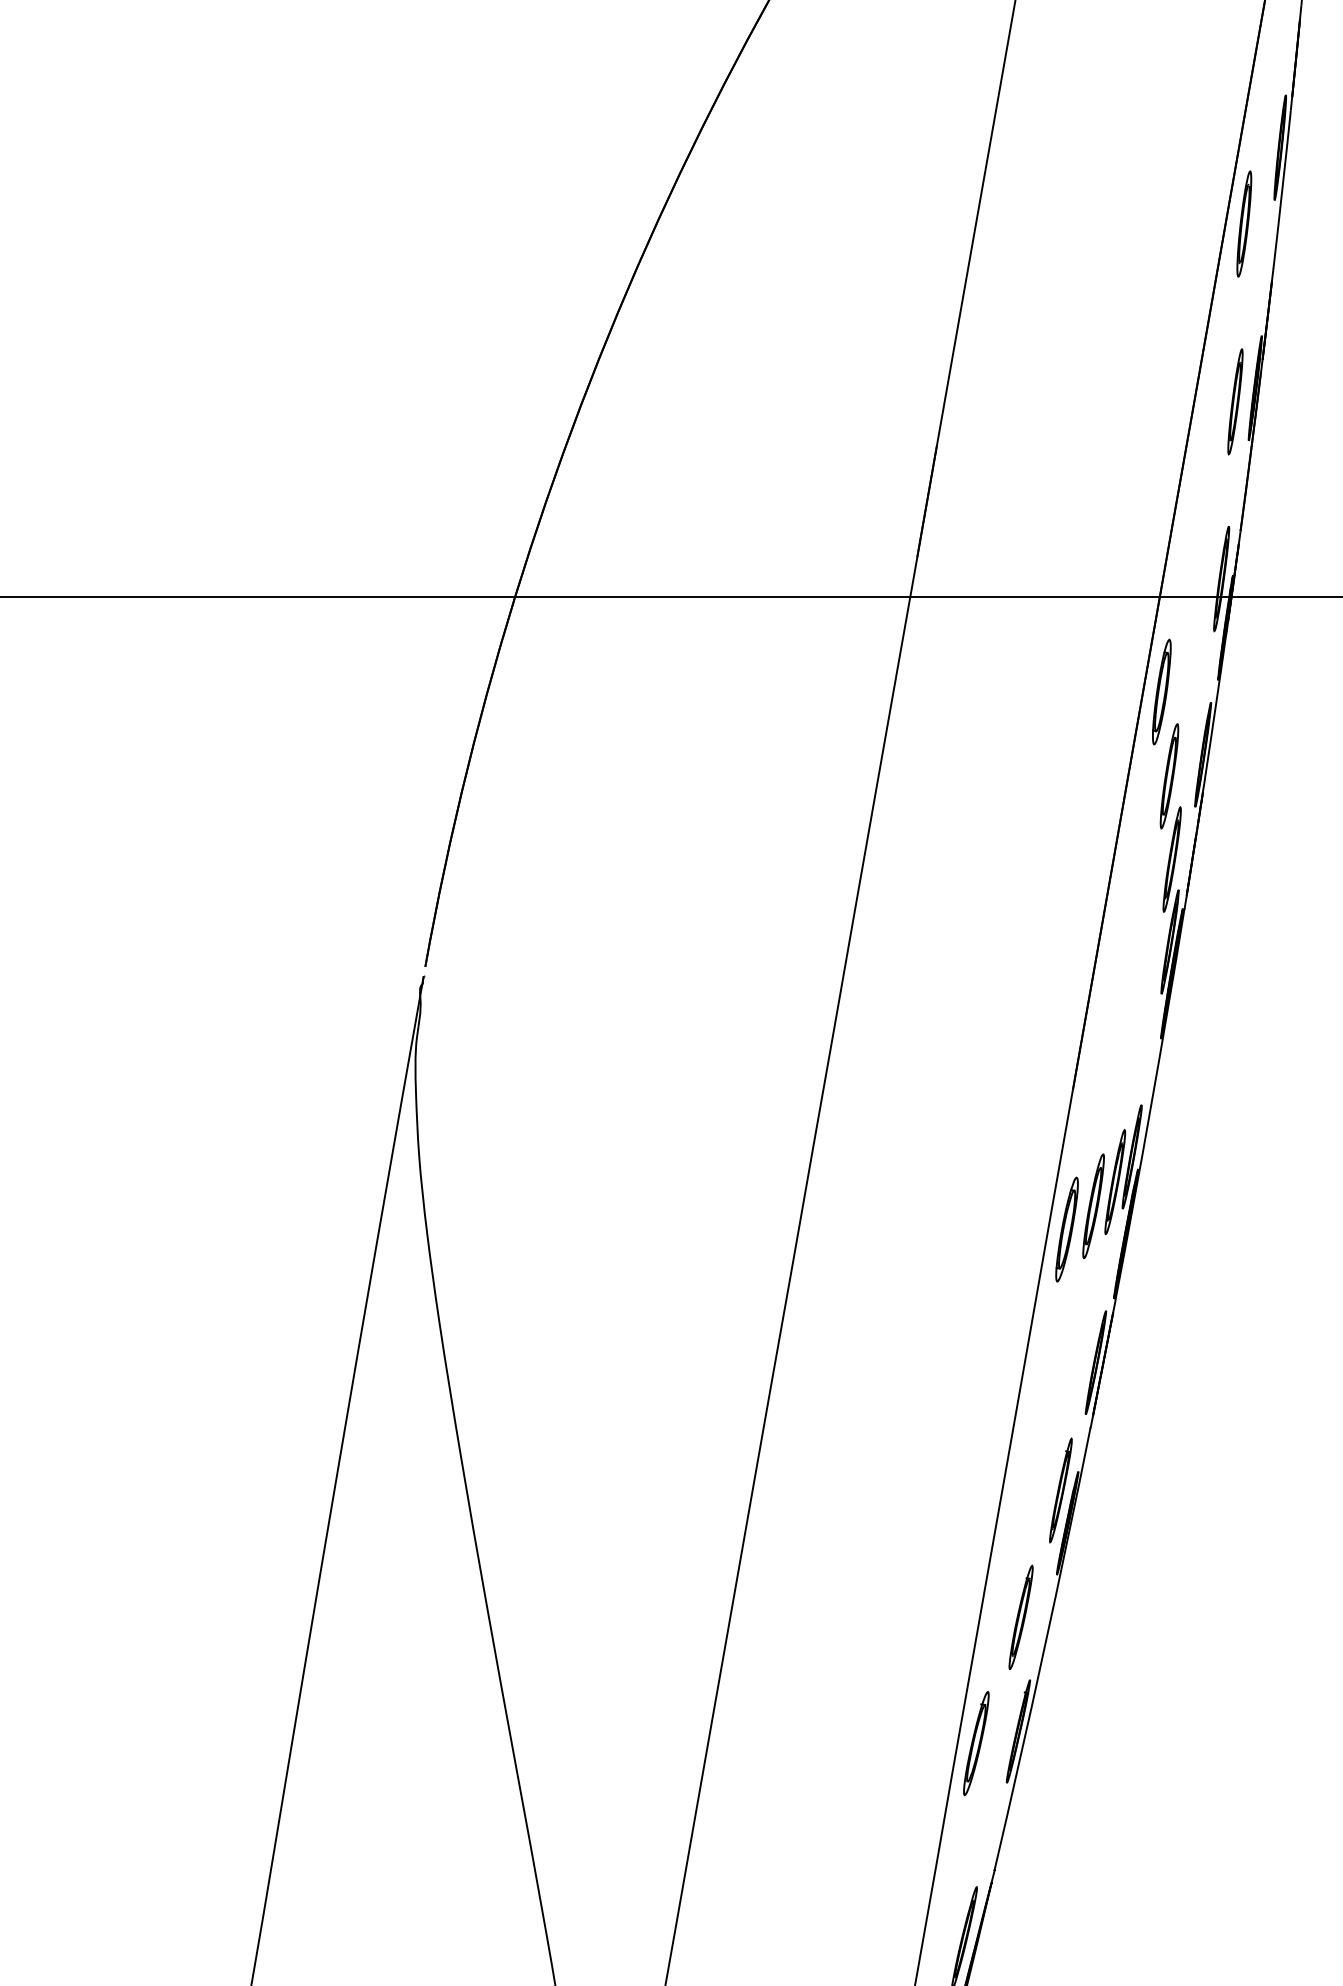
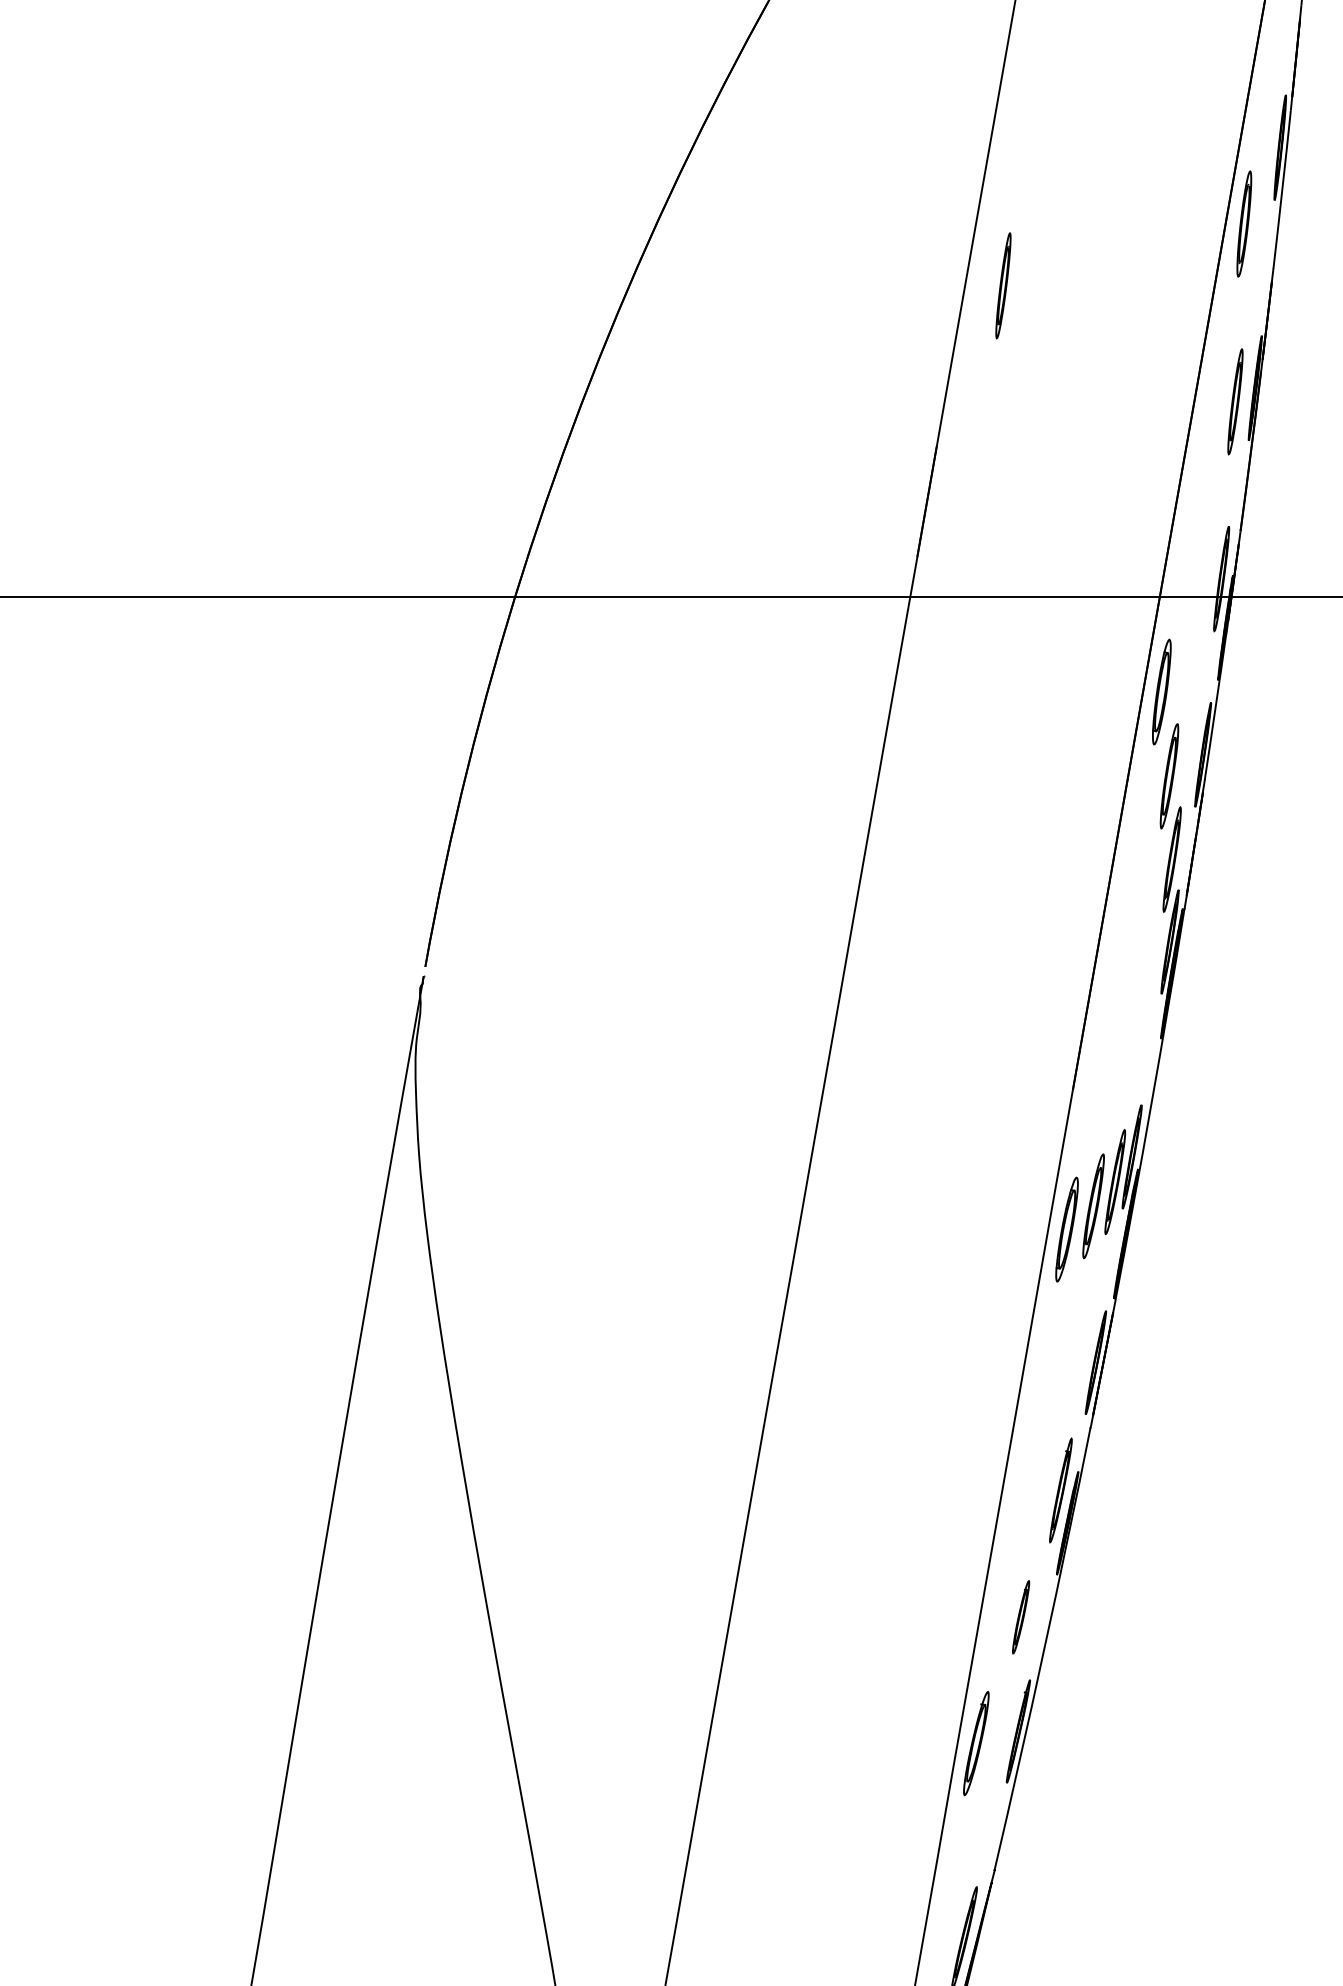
part at (1003, 285): none -> present
part at (1020, 1616) size: 26x106 px -> 19x75 px
